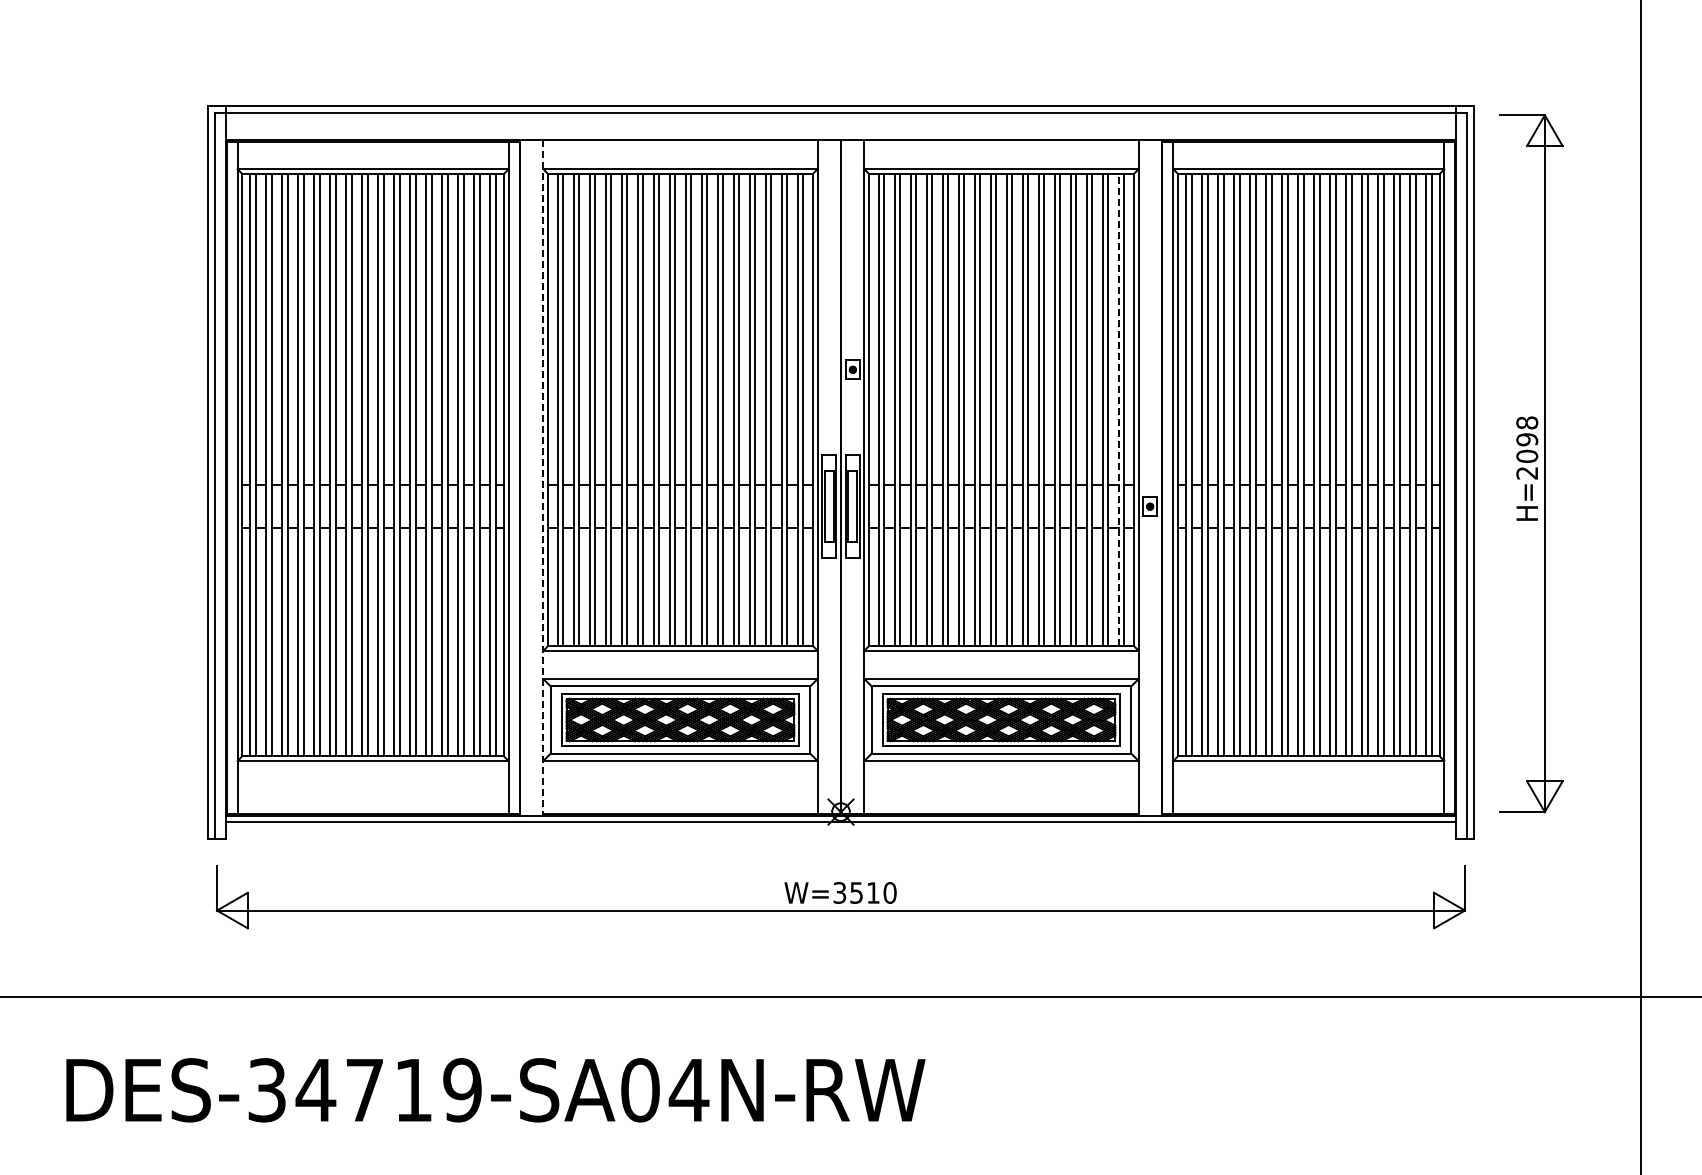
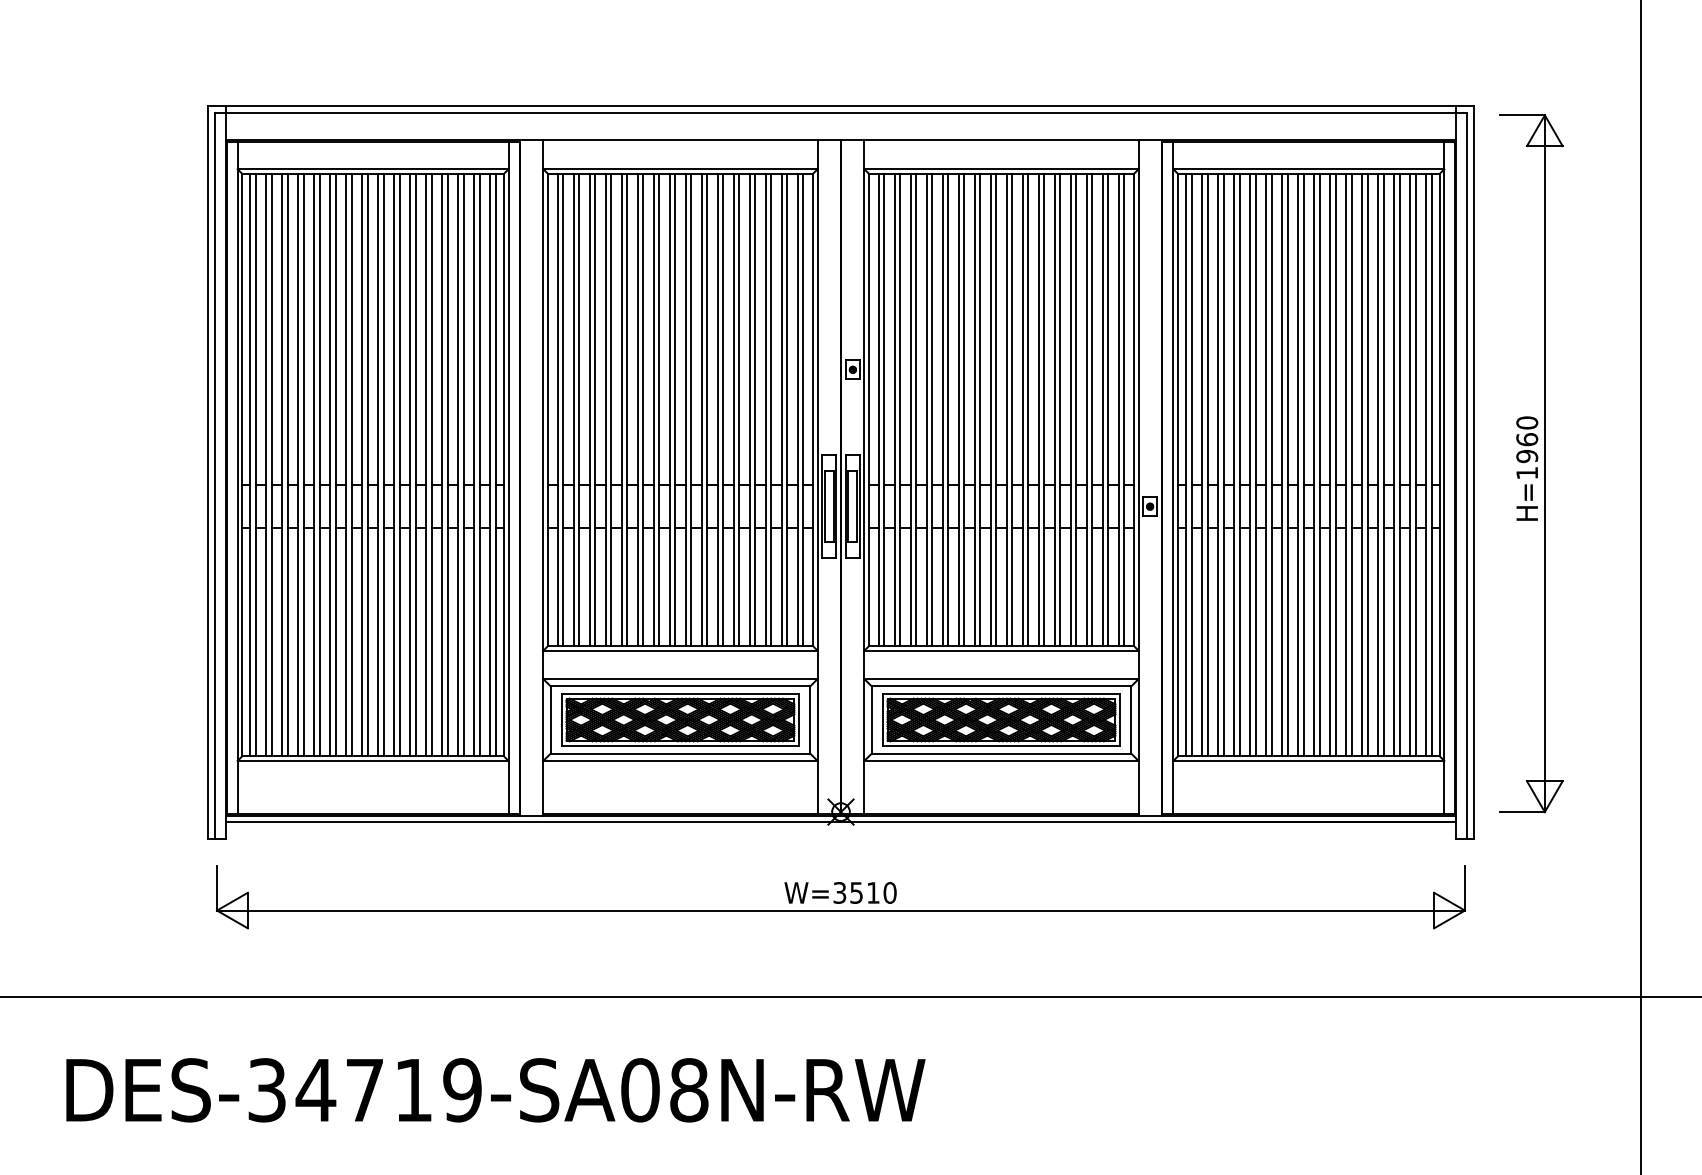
line at (1118, 409): dashed -> solid
text at (1527, 447): H=2098 -> H=1960
line at (543, 478): dashed -> solid
text at (688, 1090): DES-34719-SA04N-RW -> DES-34719-SA08N-RW
